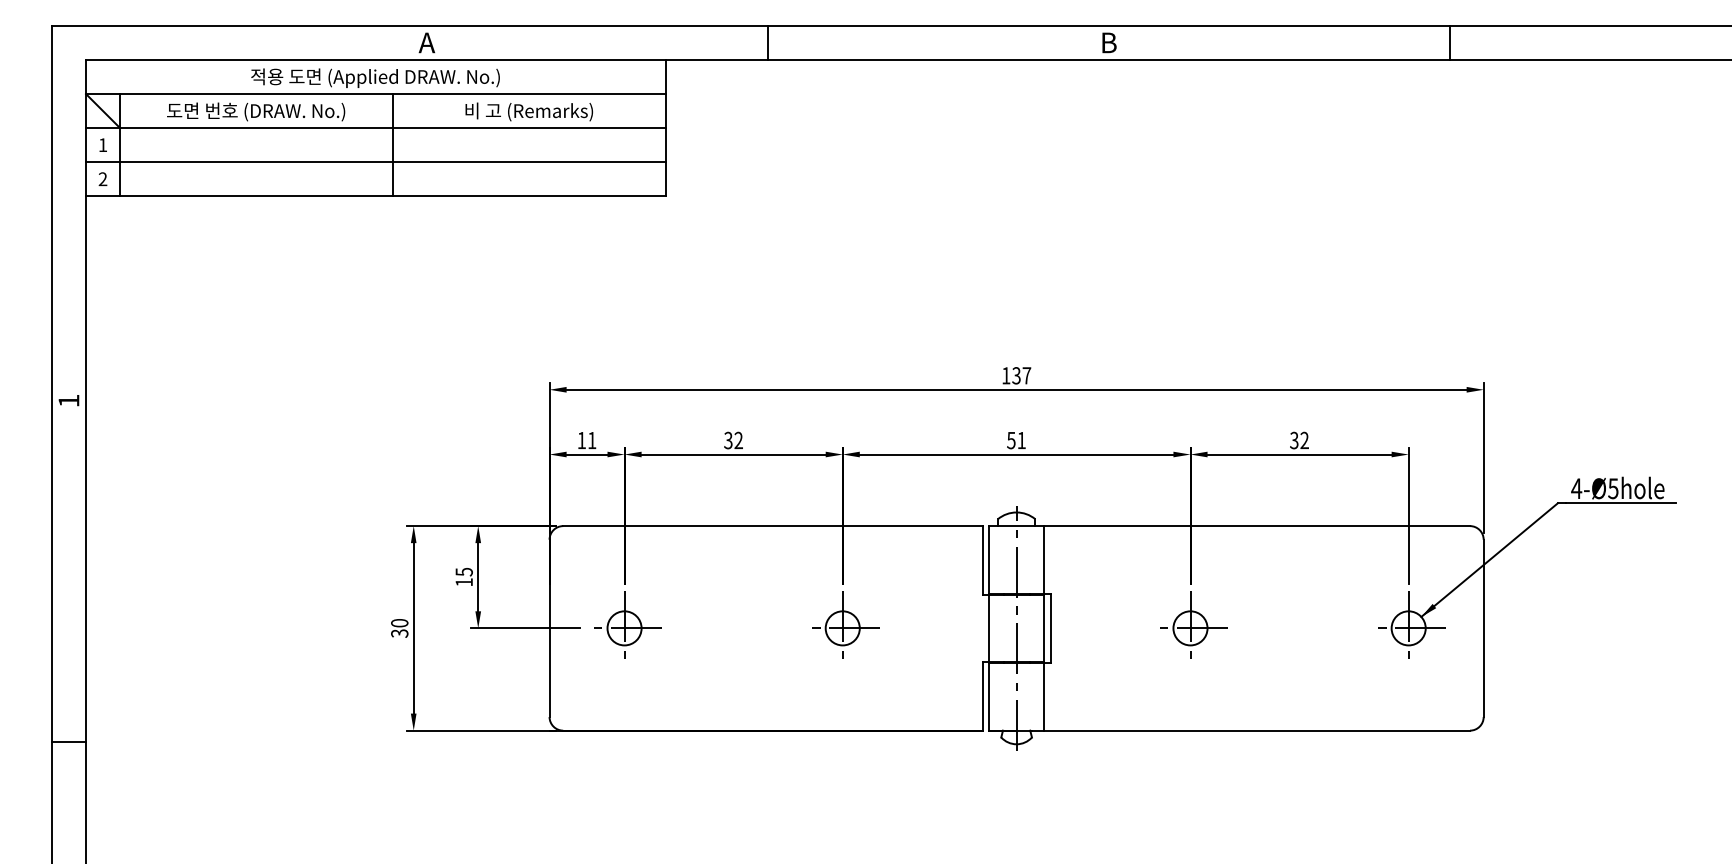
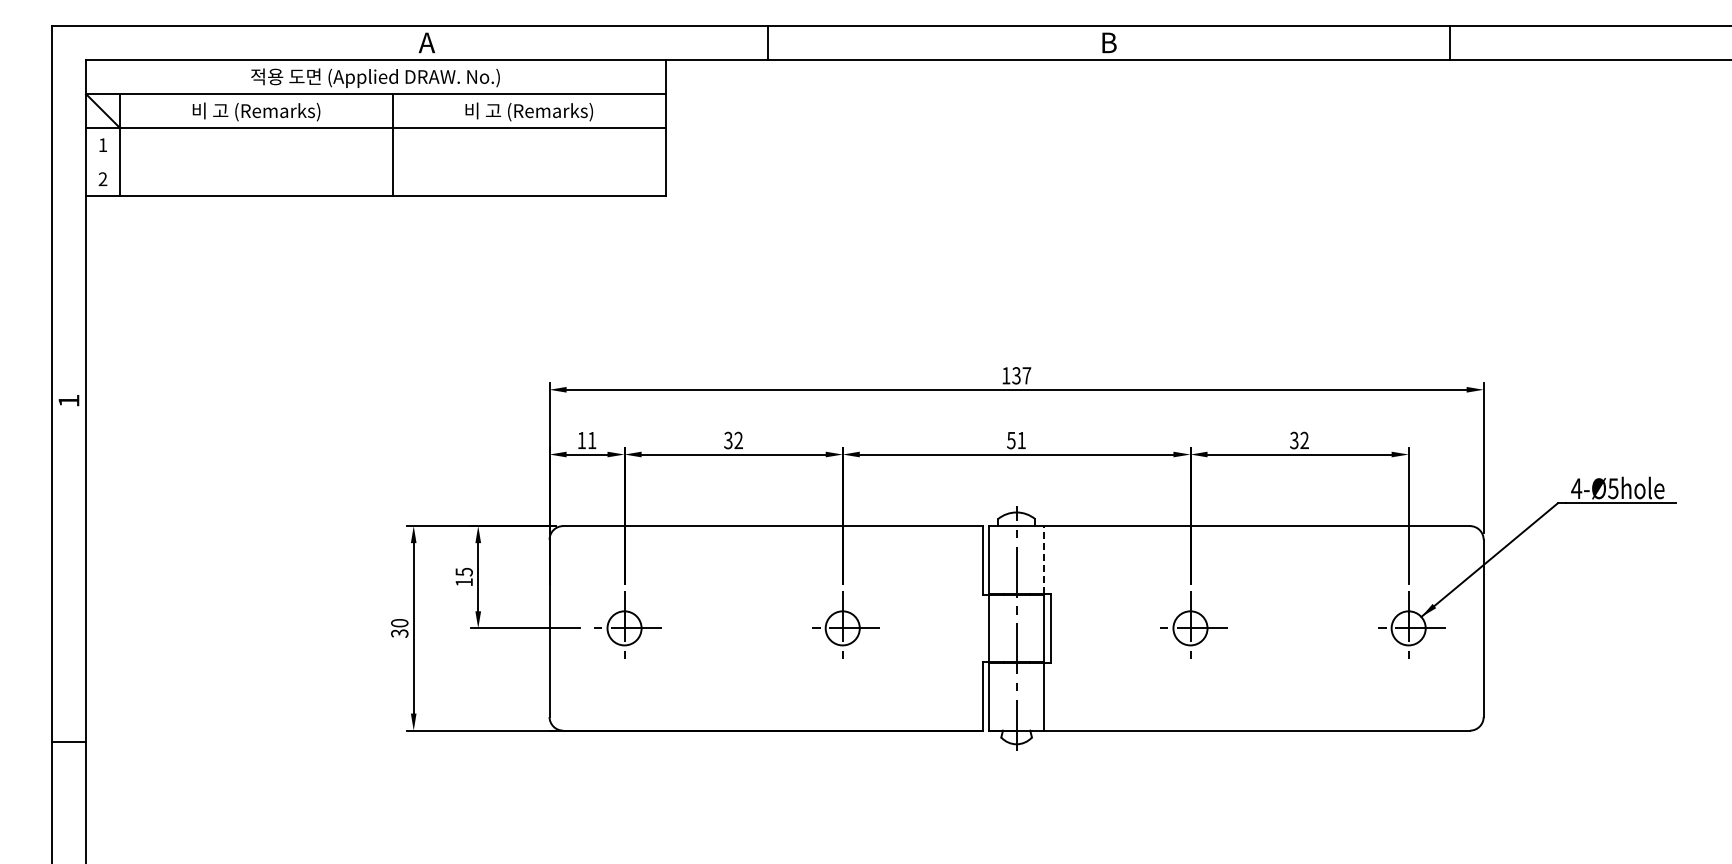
text at (256, 111): 도면 번호 (DRAW. No.) -> 비 고 (Remarks)
line at (375, 162): present -> none
line at (1043, 559): solid -> dashed
